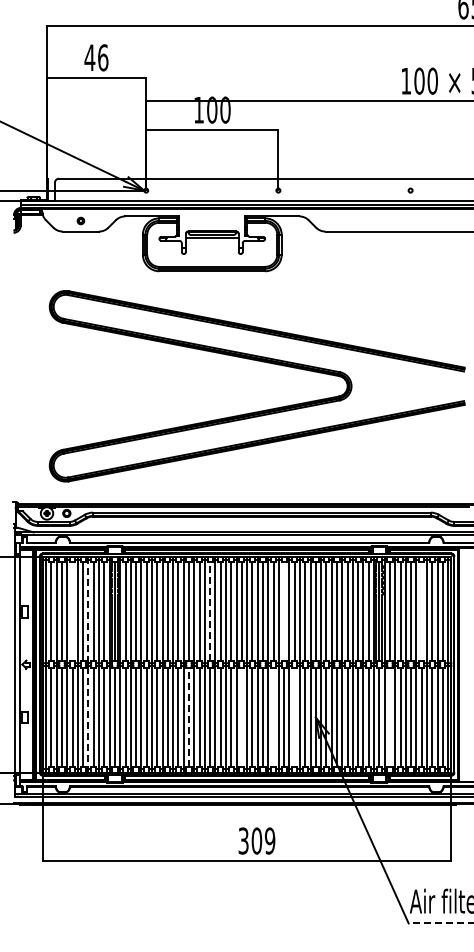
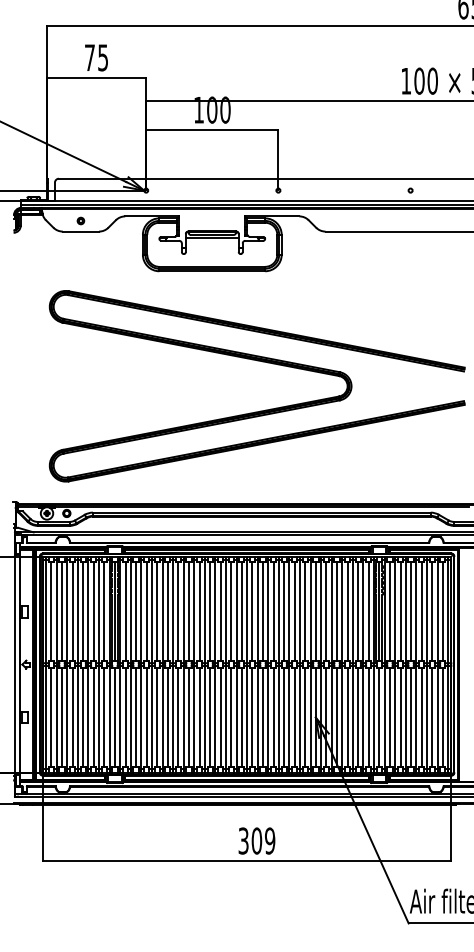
text at (96, 57): 46 -> 75
line at (72, 611): none -> present
line at (210, 611): dashed -> solid
line at (284, 611): none -> present
line at (421, 611): none -> present
line at (88, 664): dashed -> solid
line at (188, 717): dashed -> solid
line at (241, 717): none -> present
line at (273, 717): none -> present
line at (294, 717): none -> present
line at (389, 717): none -> present
line at (440, 923): dashed -> solid
